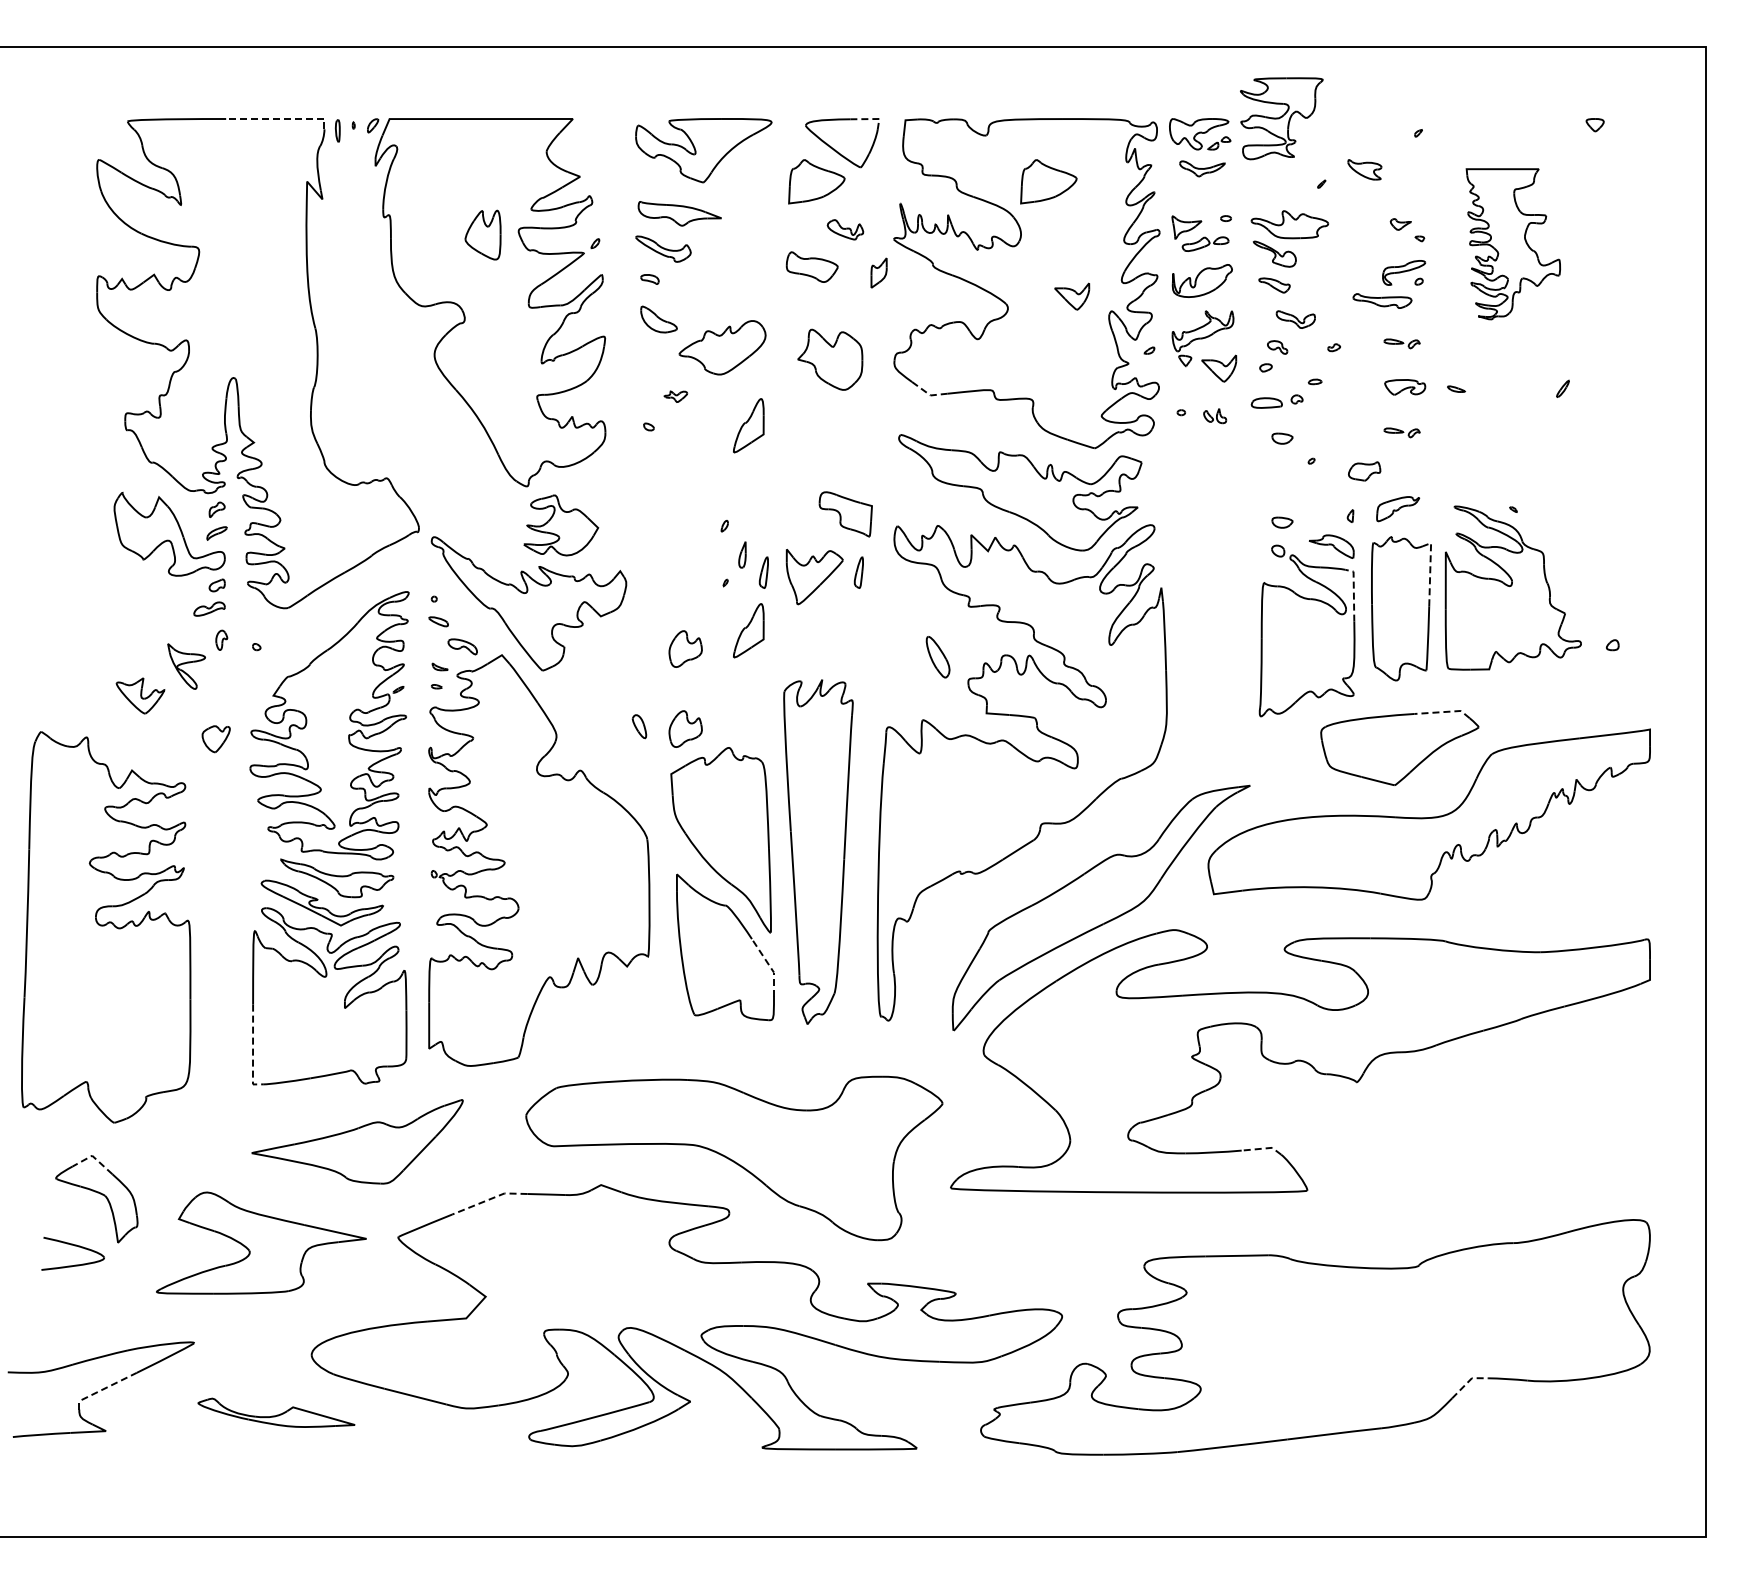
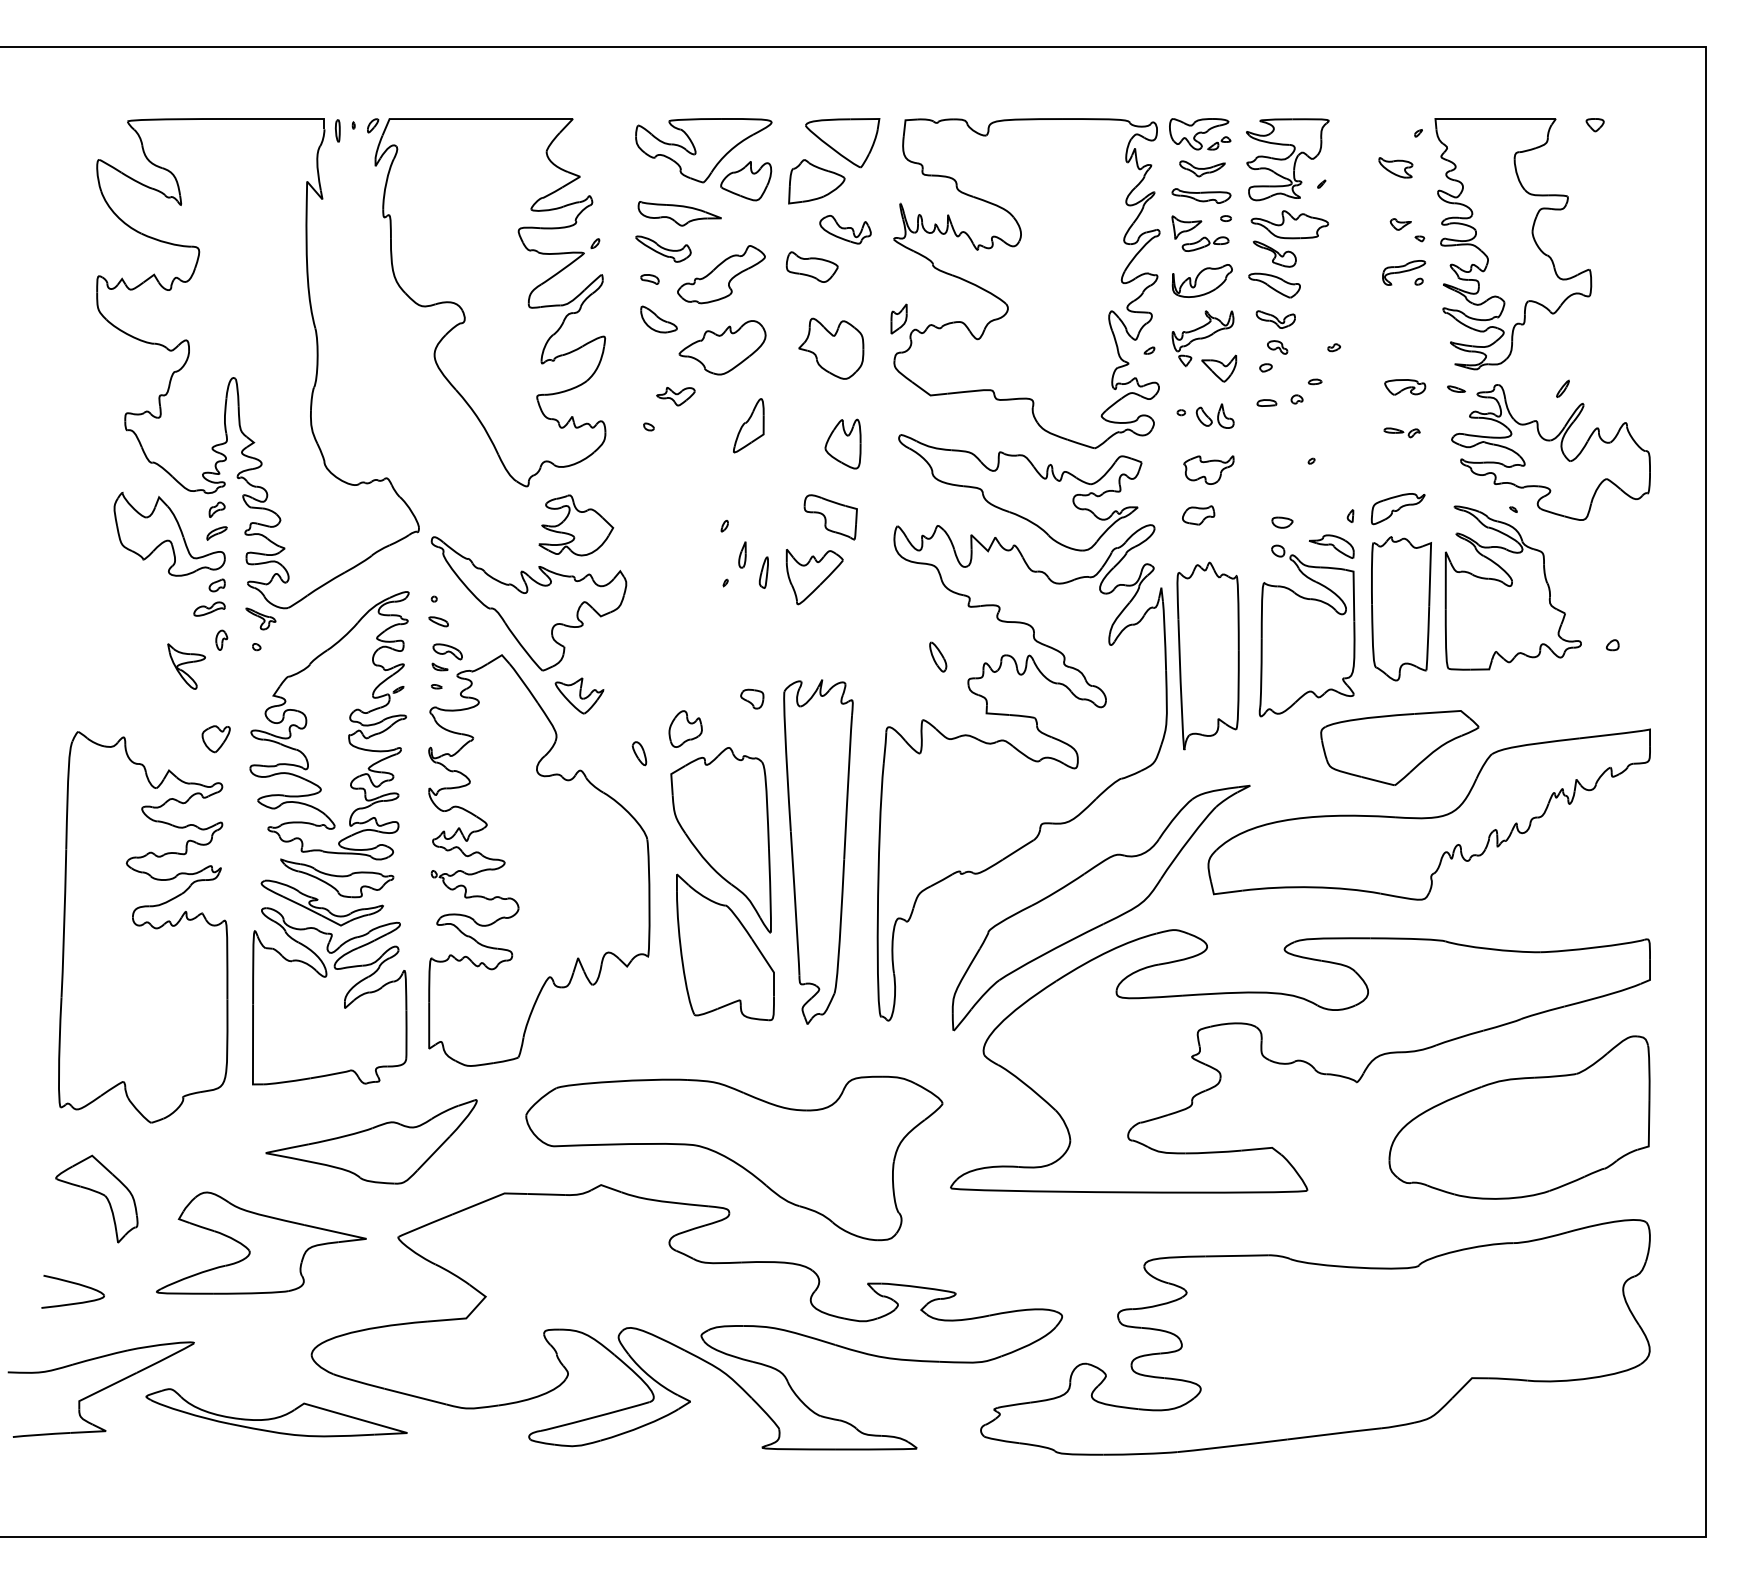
part at (1281, 118) position: (1281, 118) -> (1287, 159)
line at (280, 119): dashed -> solid
line at (870, 119): dashed -> solid
part at (1364, 169) position: (1364, 169) -> (1395, 167)
part at (746, 181): none -> present
part at (1048, 181): present -> none
part at (845, 229) size: 39x22 px -> 53x30 px
part at (482, 234) position: (482, 234) -> (842, 443)
part at (1512, 244) size: 96x153 px -> 159x253 px
part at (878, 272) position: (878, 272) -> (898, 318)
part at (721, 274): none -> present
part at (1274, 285) size: 33x17 px -> 53x27 px
part at (1072, 296): present -> none
part at (1382, 300) position: (1382, 300) -> (1201, 195)
part at (1295, 319) position: (1295, 319) -> (1275, 319)
part at (1401, 343): present -> none
part at (830, 359) position: (830, 359) -> (831, 348)
line at (928, 394): dashed -> solid
part at (675, 396) size: 26x13 px -> 40x20 px
part at (1266, 402) size: 33x12 px -> 22x8 px
part at (1215, 416) size: 25x17 px -> 40x26 px
part at (1282, 438): present -> none
part at (1550, 452): none -> present
part at (1208, 469): none -> present
part at (1364, 471) position: (1364, 471) -> (1198, 515)
part at (1398, 509) size: 45x27 px -> 56x33 px
part at (845, 514) position: (845, 514) -> (830, 517)
part at (561, 525) position: (561, 525) -> (576, 525)
line at (1430, 569): dashed -> solid
part at (858, 572): present -> none
line at (1353, 591): dashed -> solid
part at (260, 618): none -> present
part at (748, 630): present -> none
part at (462, 646) position: (462, 646) -> (447, 651)
part at (685, 648): present -> none
part at (1207, 655): none -> present
part at (937, 657) size: 26x43 px -> 19x32 px
part at (140, 695) position: (140, 695) -> (579, 695)
part at (752, 698): none -> present
line at (1444, 712): dashed -> solid
part at (639, 726) position: (639, 726) -> (639, 753)
part at (106, 927) position: (106, 927) -> (143, 927)
line at (769, 966): dashed -> solid
line at (253, 1050): dashed -> solid
part at (1519, 1117): none -> present
part at (357, 1141) position: (357, 1141) -> (371, 1141)
line at (1263, 1148): dashed -> solid
line at (93, 1157): dashed -> solid
line at (488, 1199): dashed -> solid
part at (74, 1246) position: (74, 1246) -> (74, 1284)
line at (1468, 1381): dashed -> solid
line at (104, 1388): dashed -> solid
part at (276, 1412) size: 159x31 px -> 263x50 px
